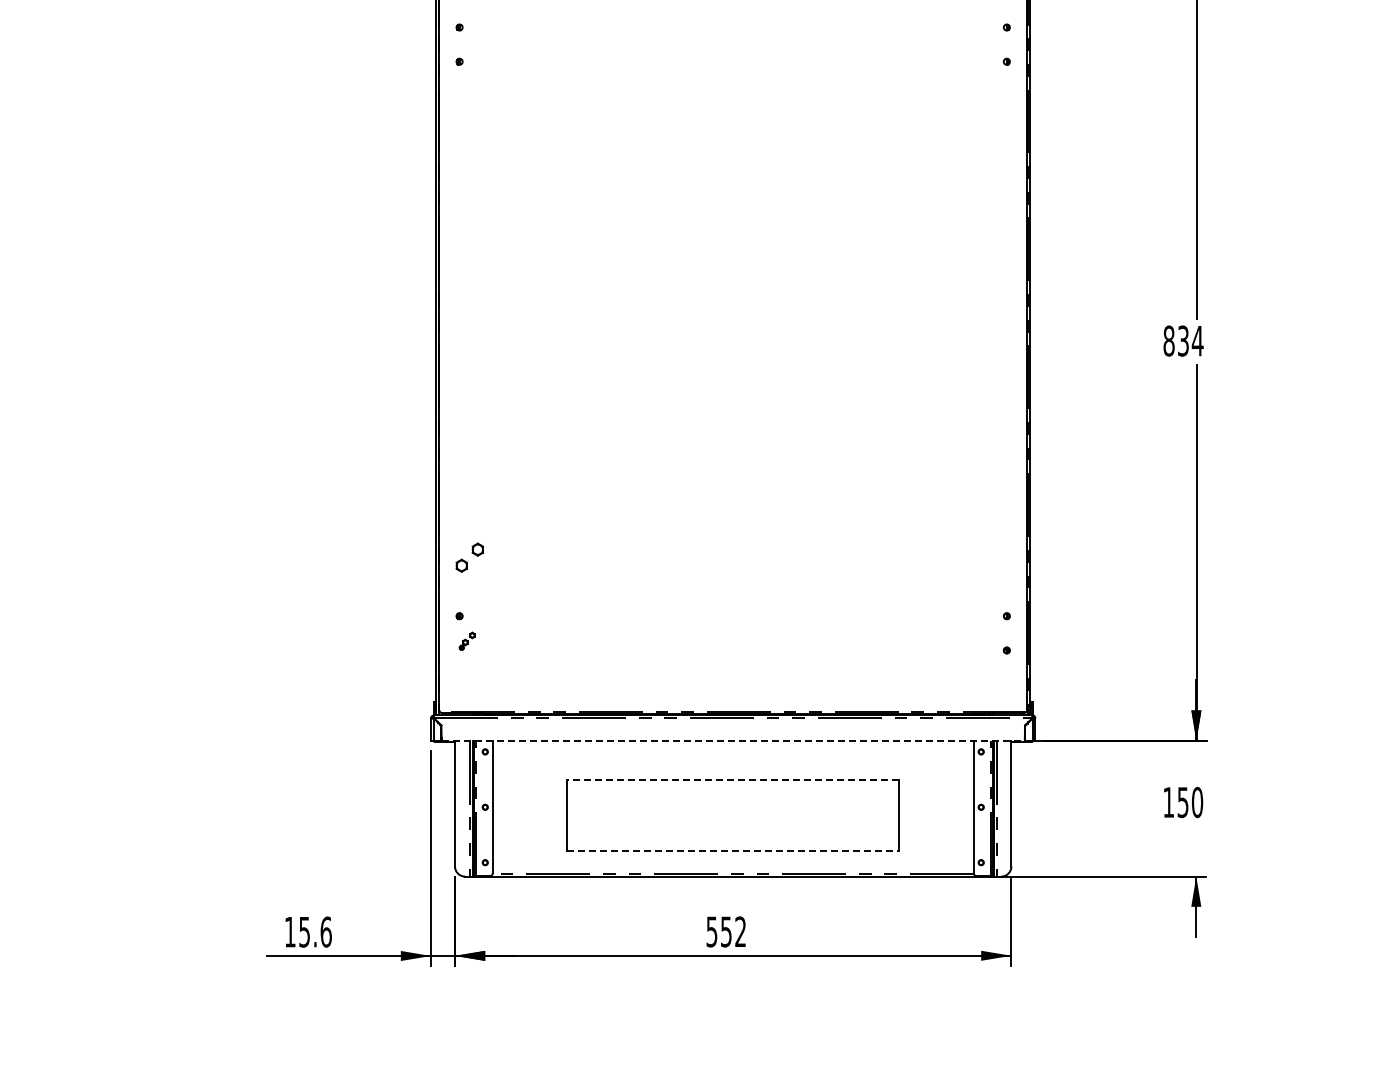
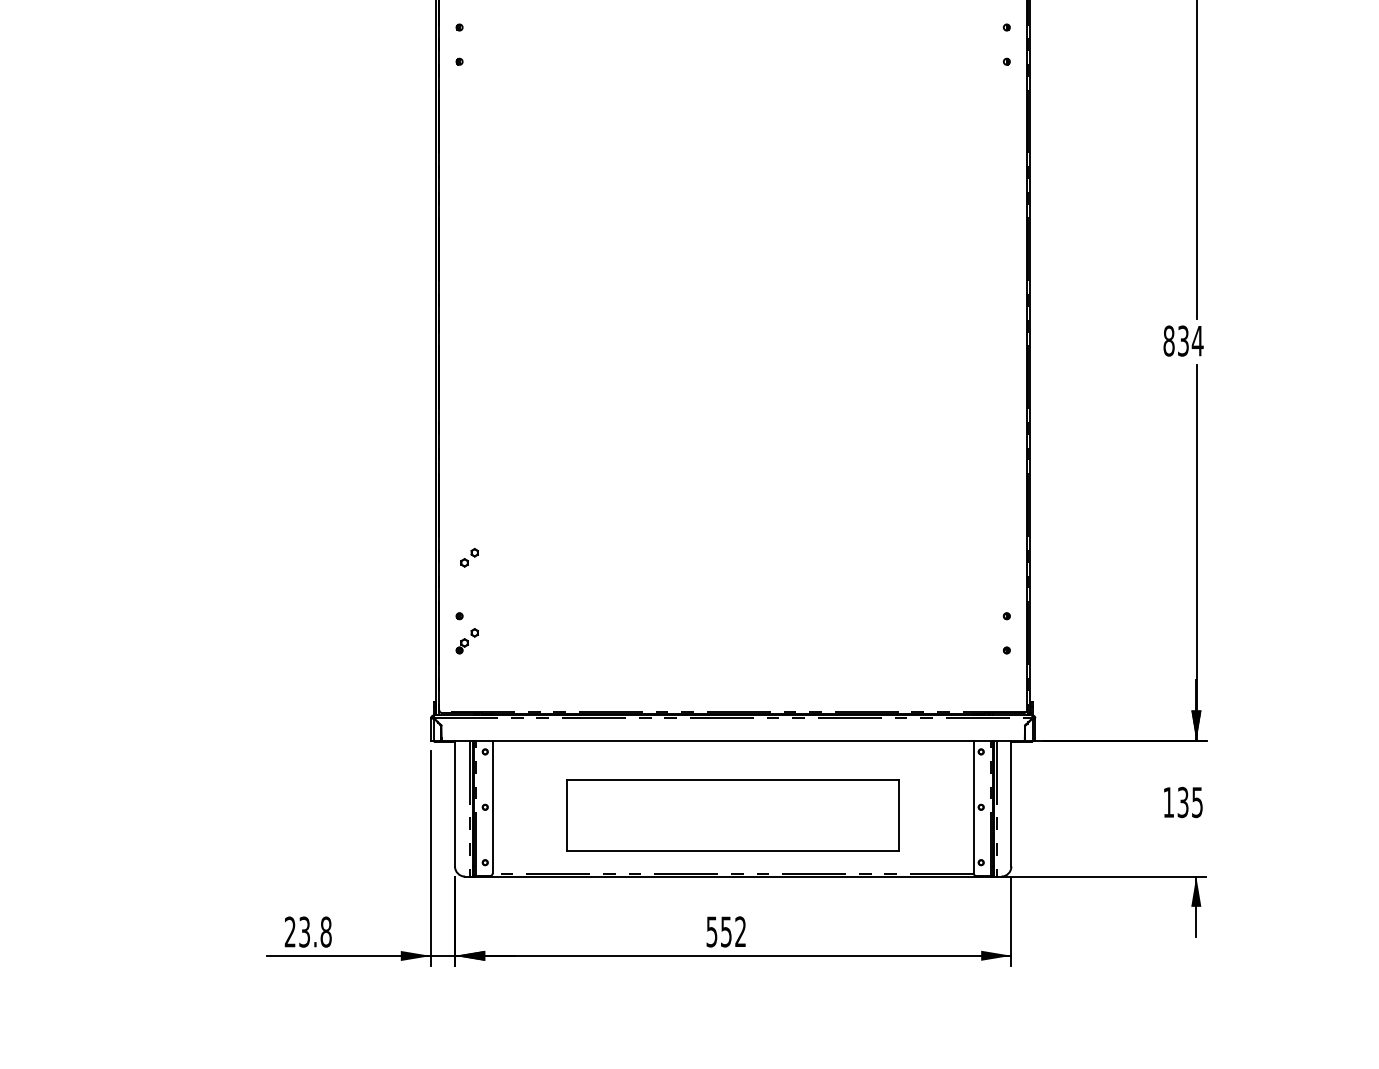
part at (469, 557) size: 30x31 px -> 19x20 px
part at (466, 640) size: 18x20 px -> 24x27 px
line at (733, 740): dashed -> solid
line at (732, 780): dashed -> solid
text at (1190, 802): 150 -> 135
line at (733, 850): dashed -> solid
text at (307, 931): 15.6 -> 23.8
